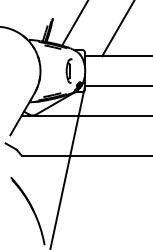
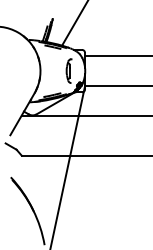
line at (117, 29): present -> none
